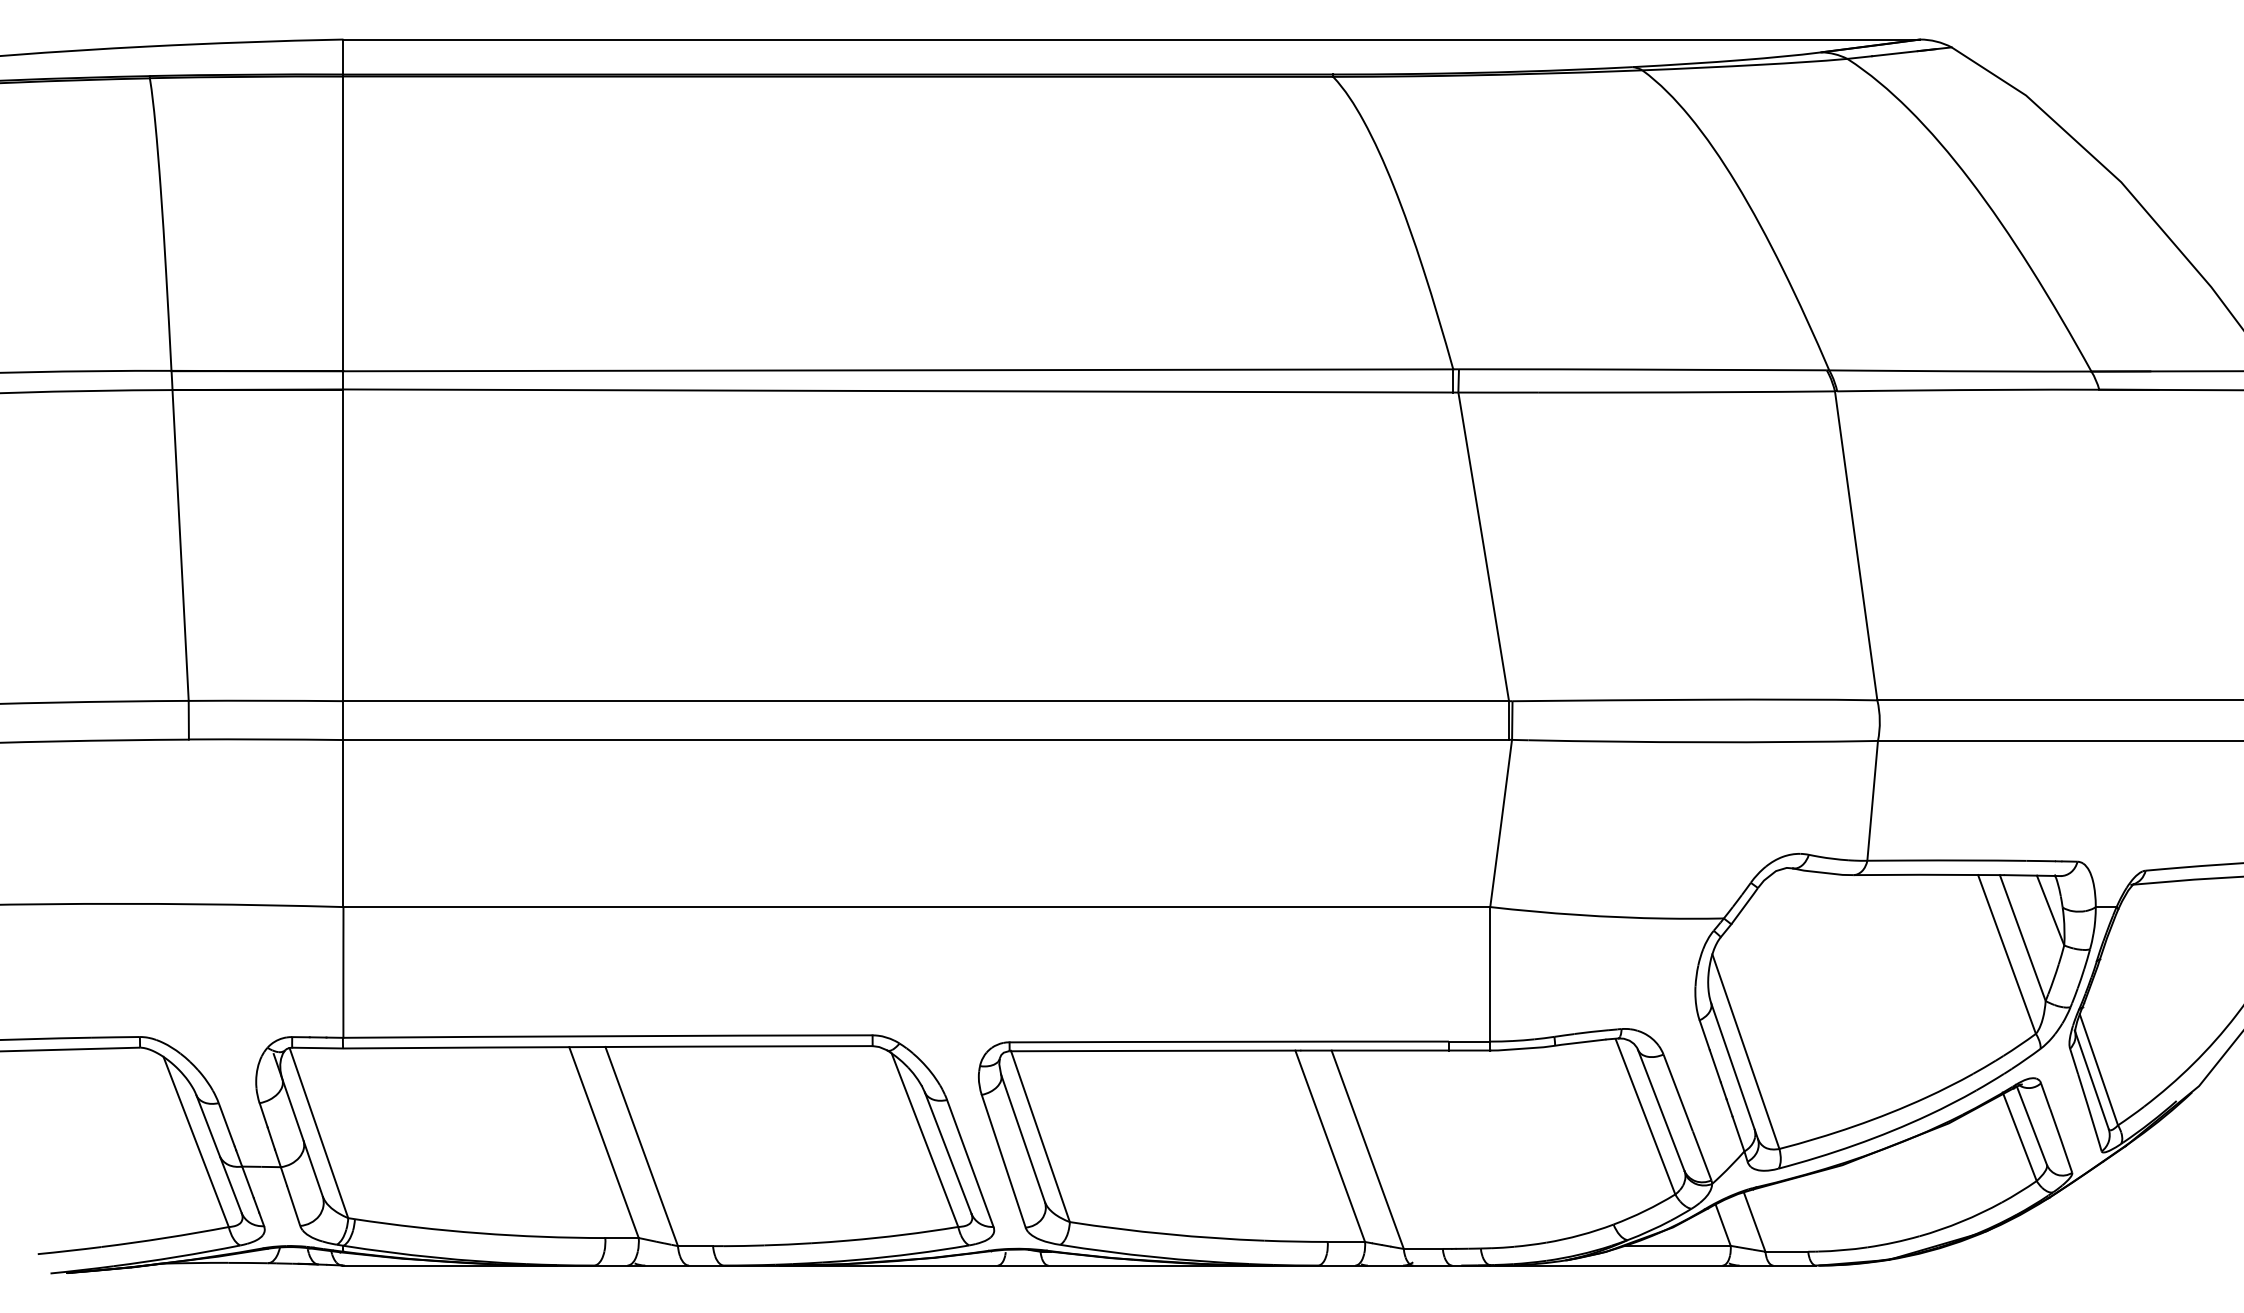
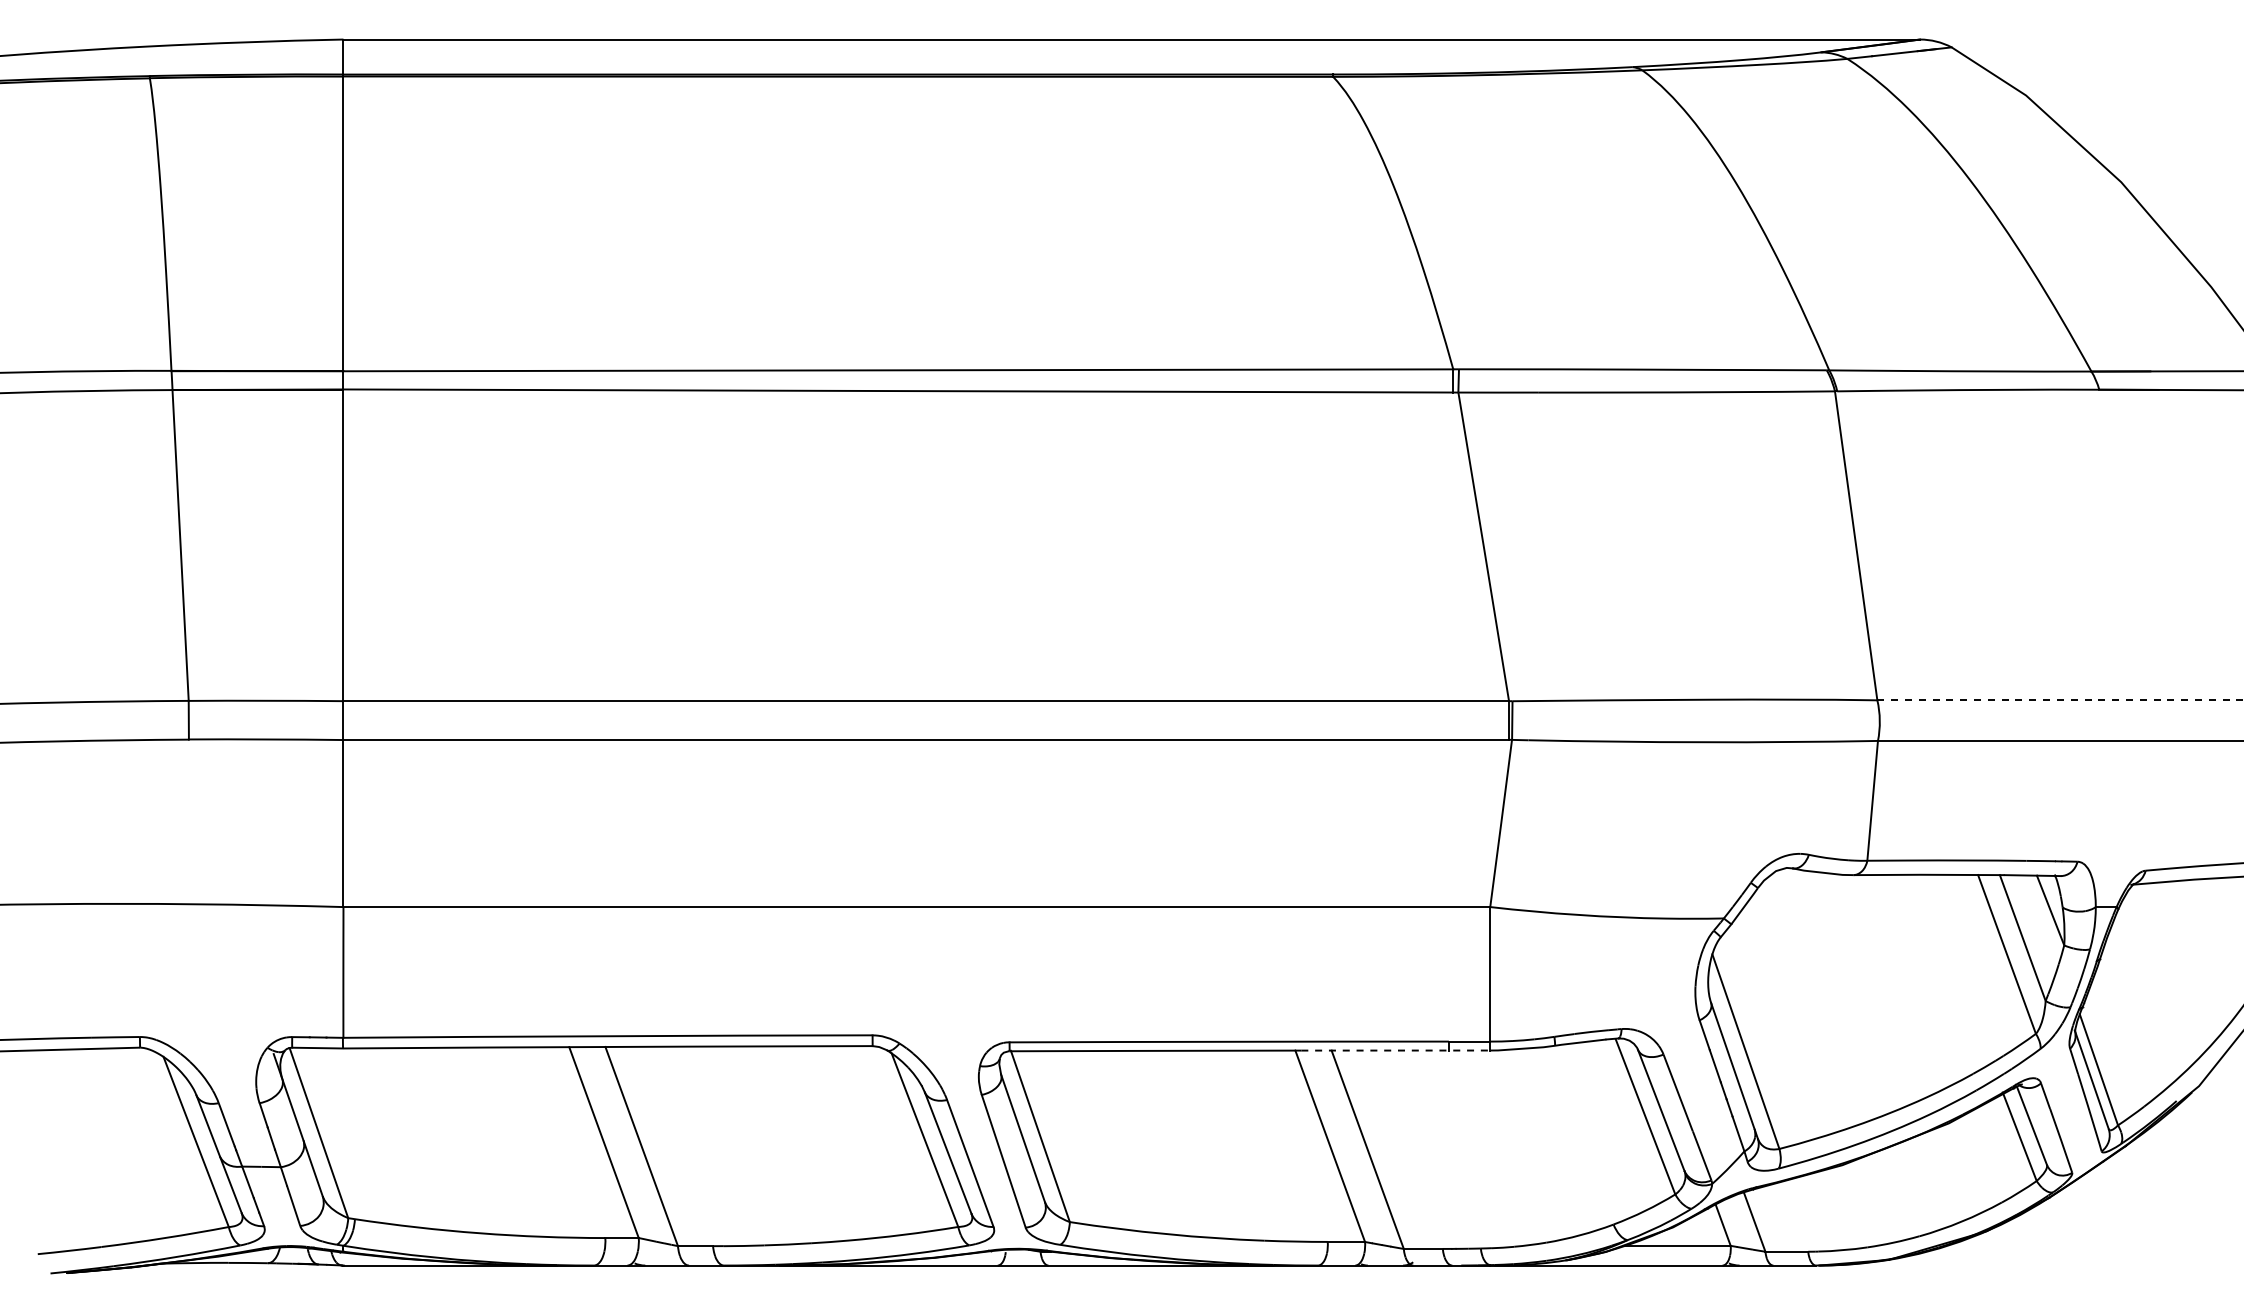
line at (2061, 700): solid -> dashed
line at (1395, 1050): solid -> dashed
